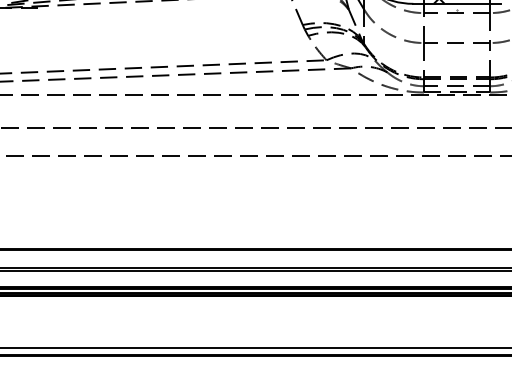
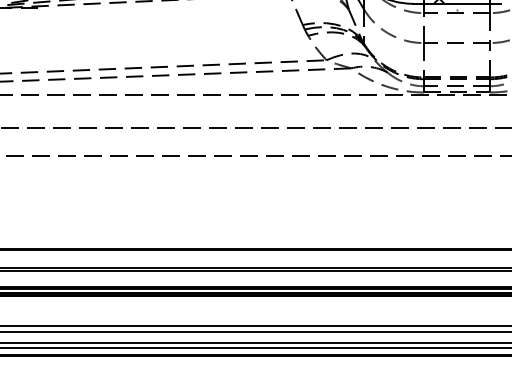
line at (255, 326): none -> present
line at (255, 332): none -> present
line at (255, 342): none -> present
